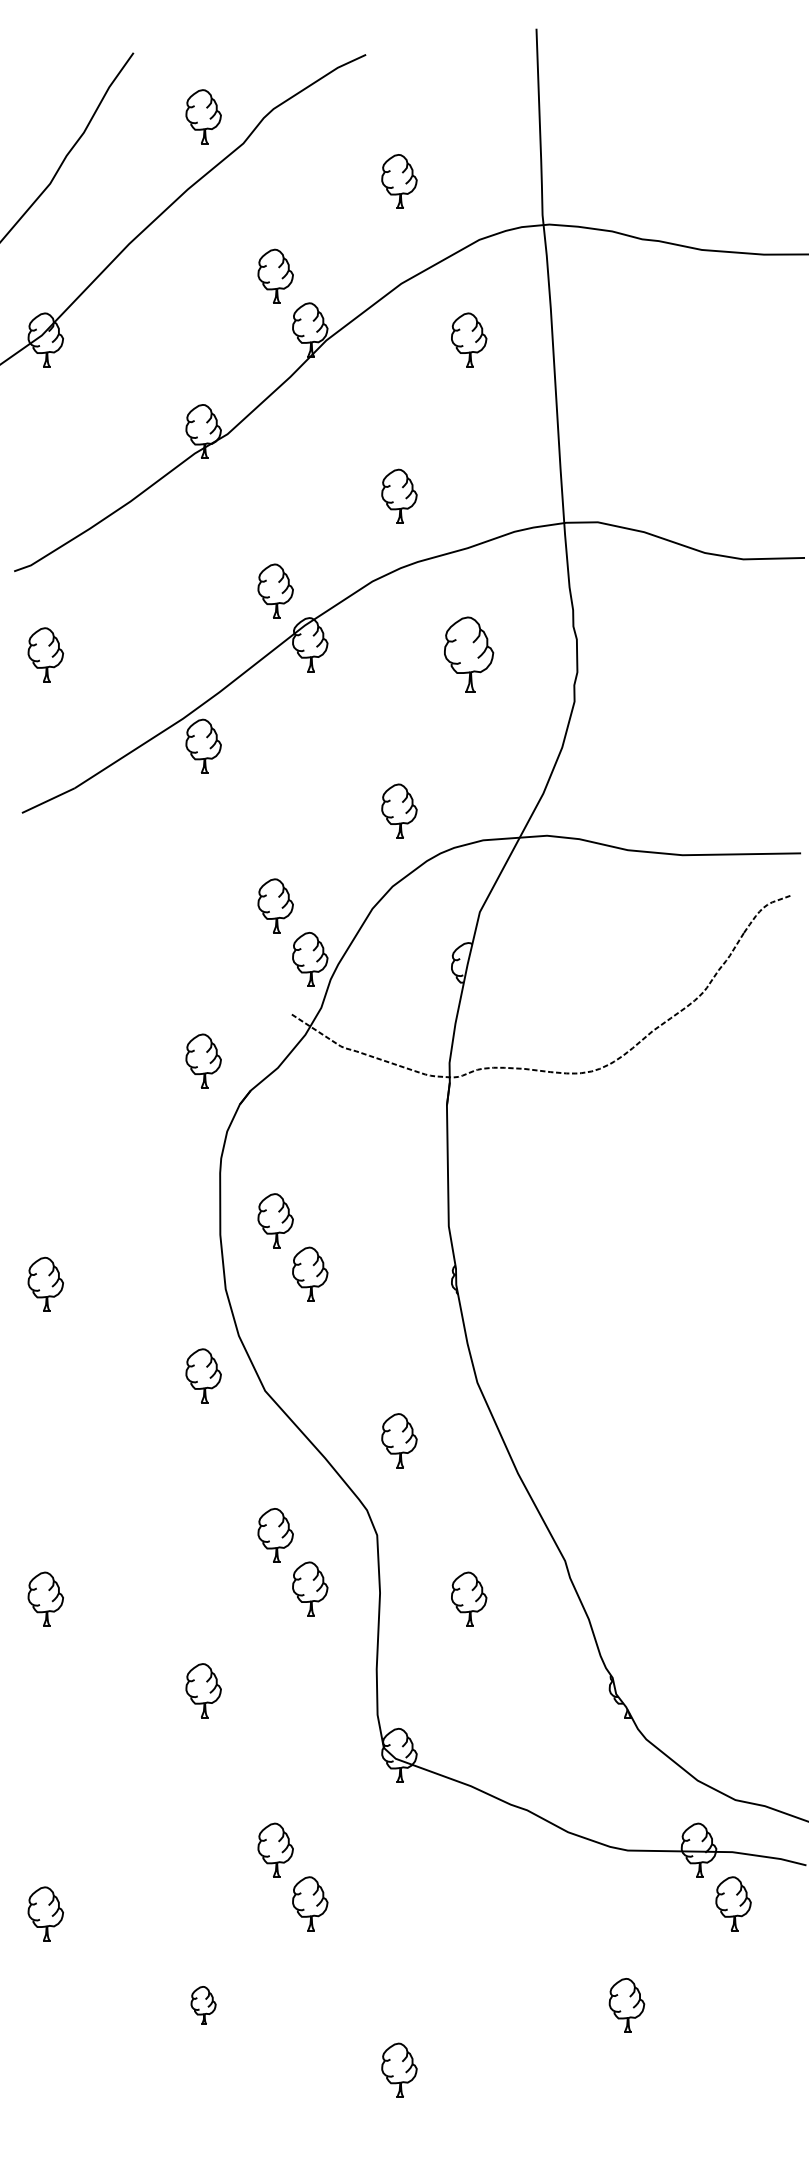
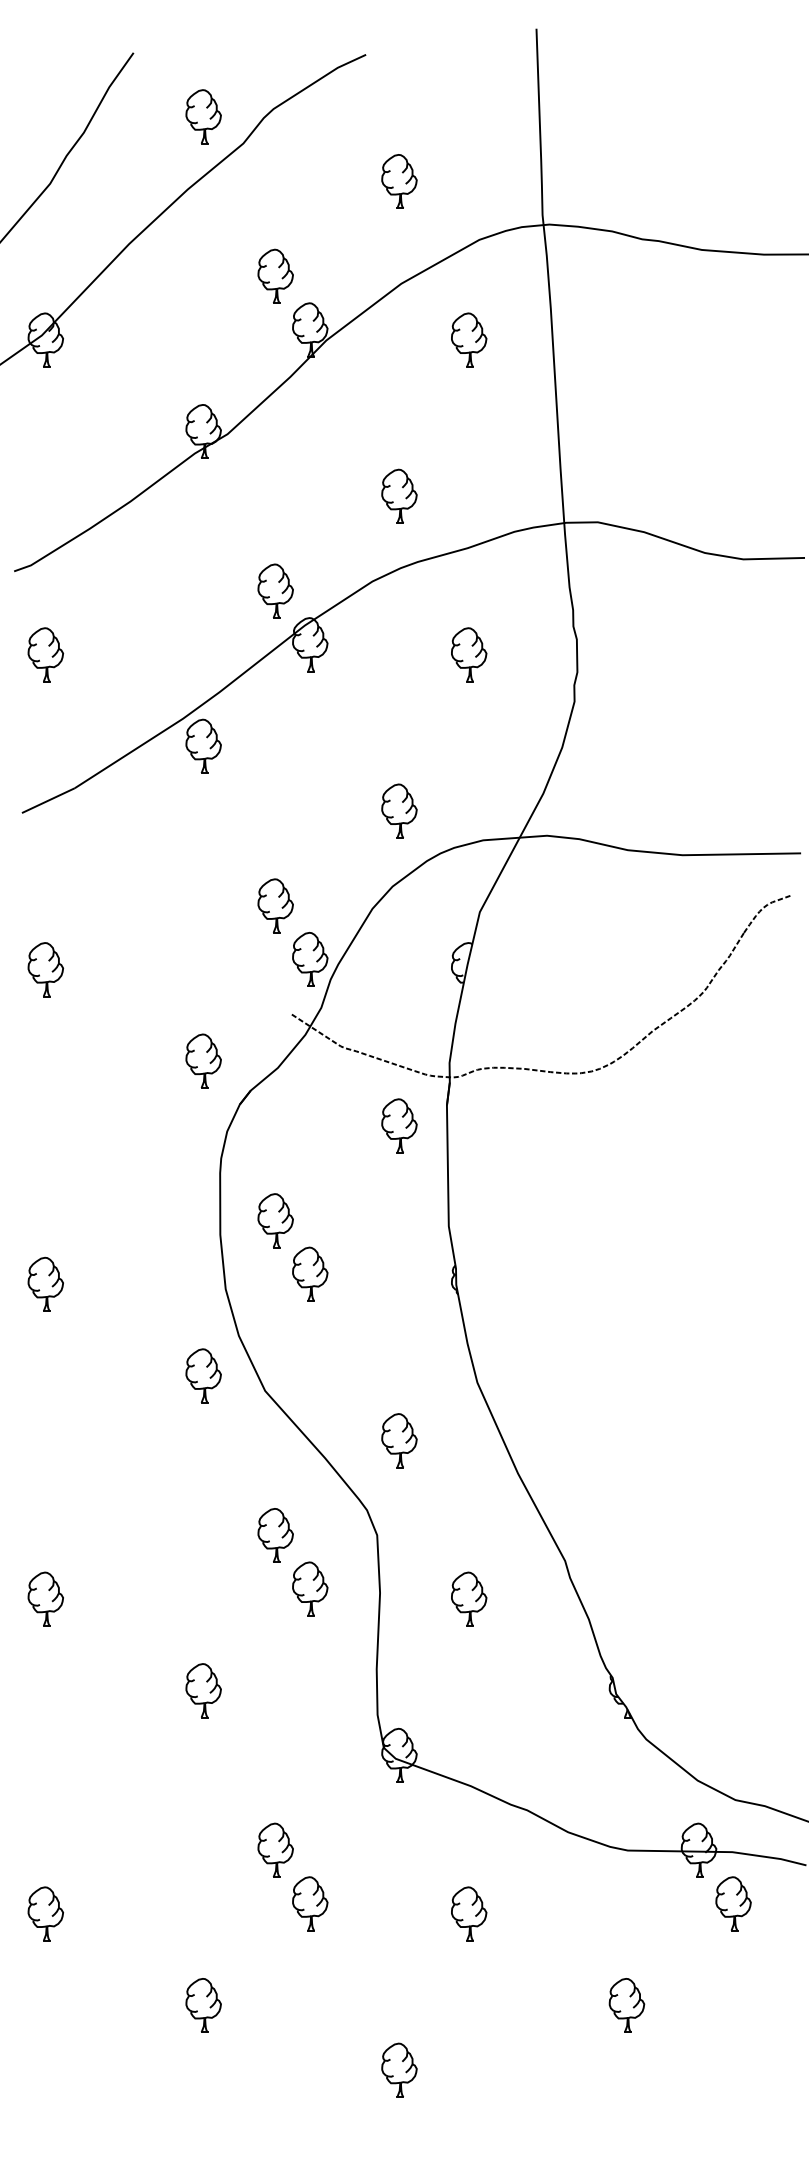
part at (469, 654) size: 51x77 px -> 37x56 px
part at (45, 969): none -> present
part at (399, 1125): none -> present
part at (469, 1913): none -> present
part at (203, 2005) size: 27x39 px -> 37x55 px
